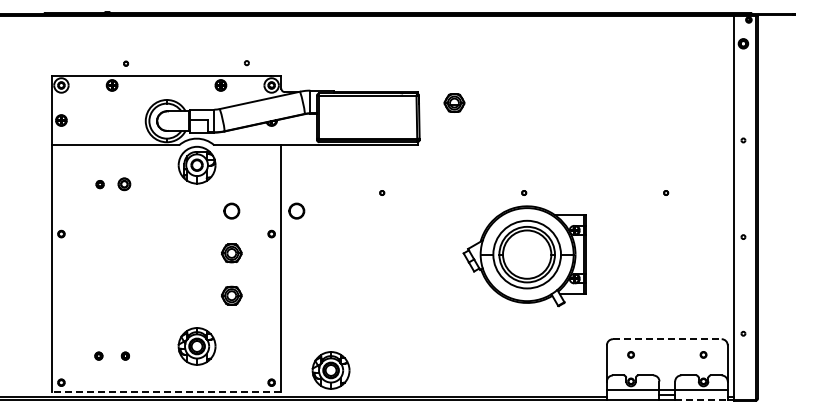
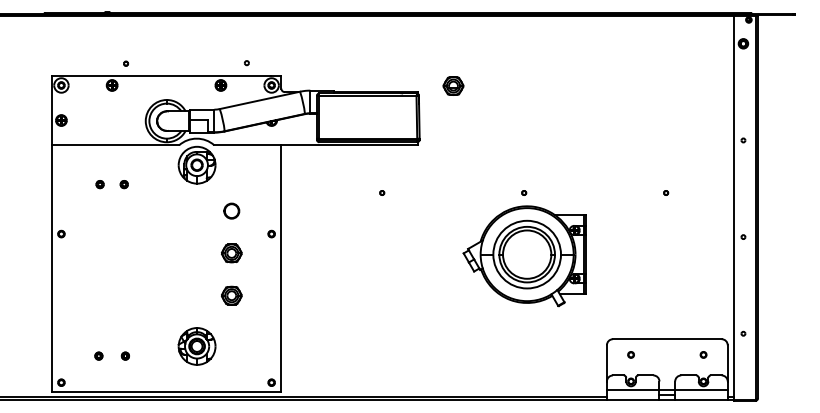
part at (454, 102) position: (454, 102) -> (453, 85)
part at (124, 184) size: 15x15 px -> 10x10 px
part at (296, 210): present -> none
line at (667, 339): dashed -> solid
part at (330, 370): present -> none
line at (166, 392): dashed -> solid
line at (701, 399): dashed -> solid
